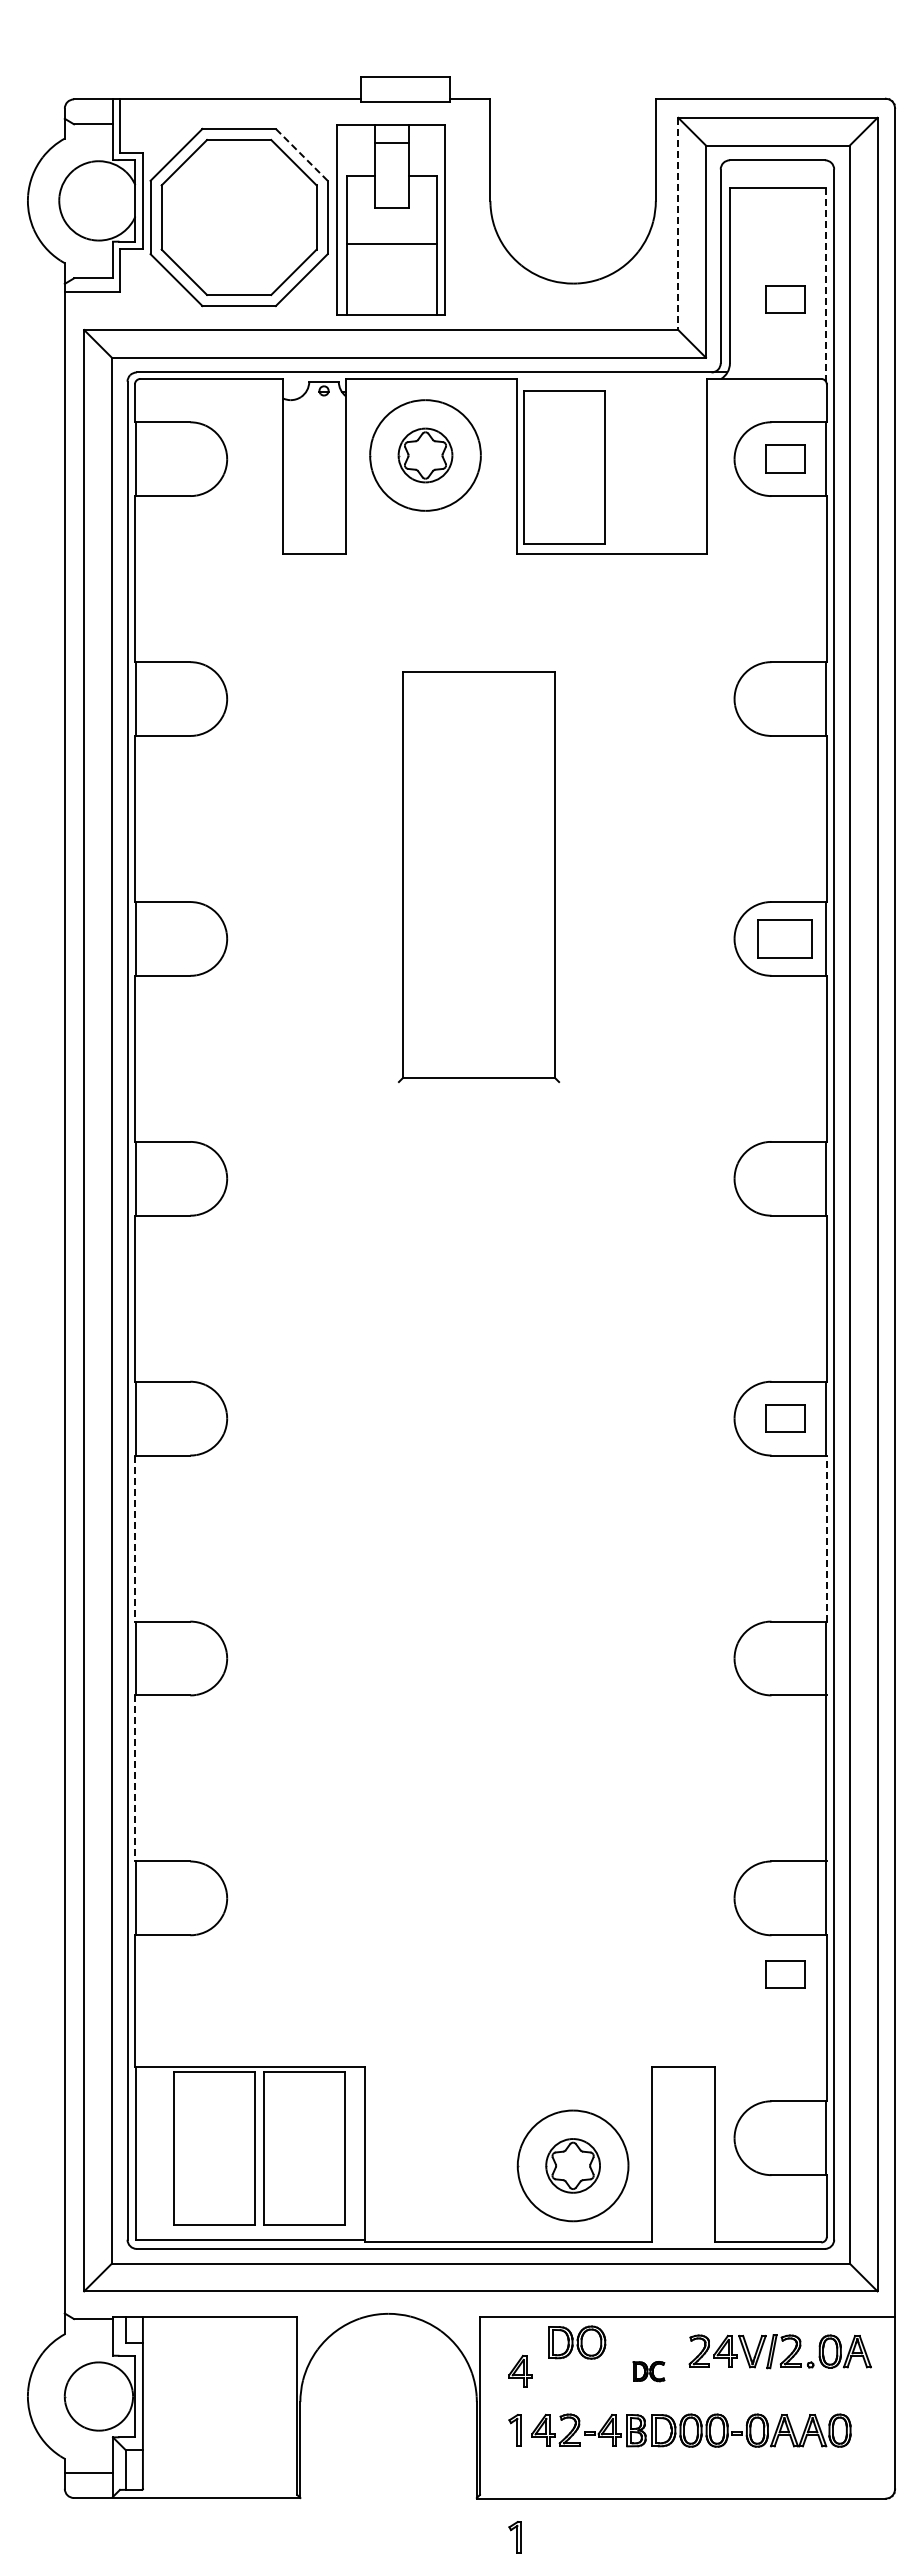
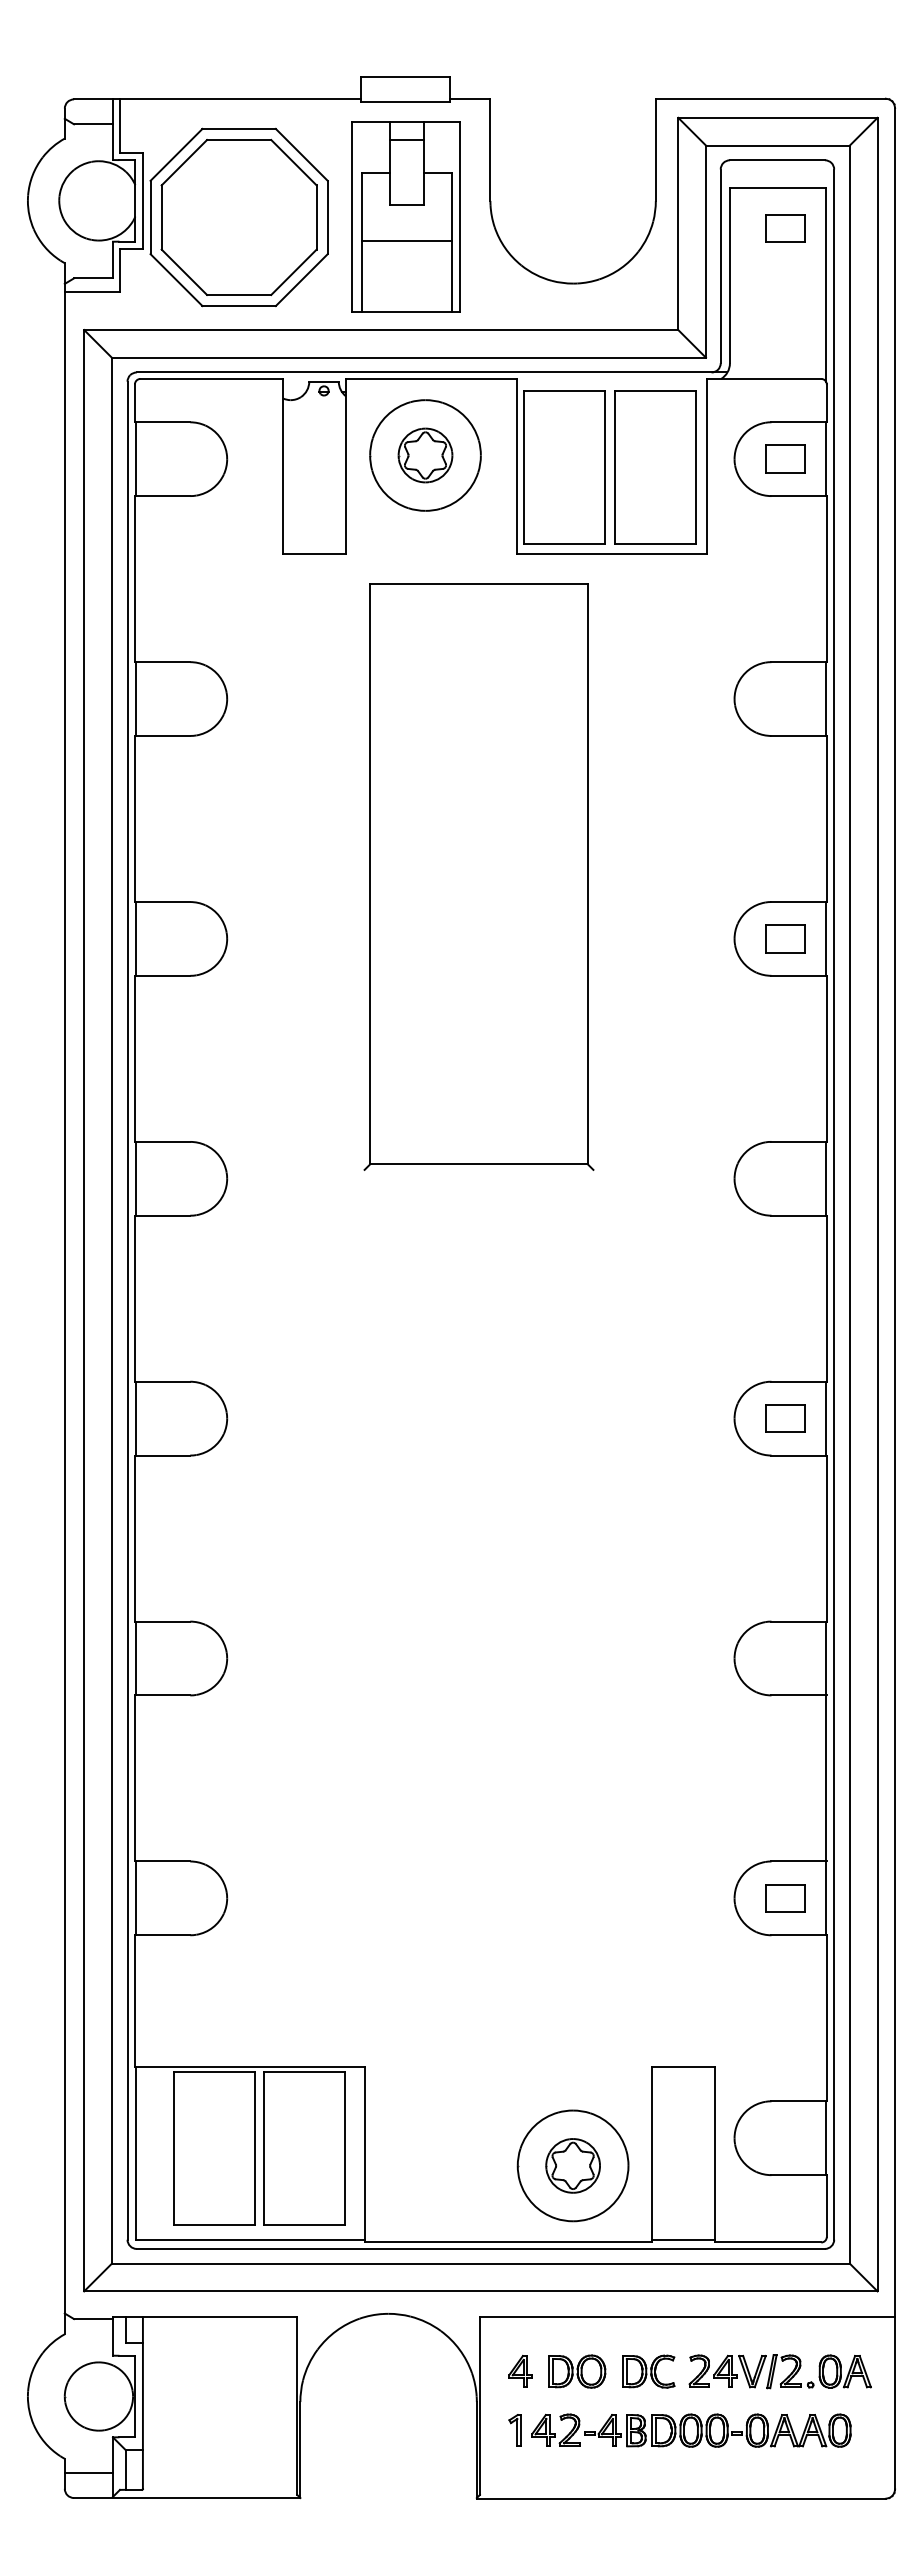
line at (301, 154): dashed -> solid
part at (390, 219) position: (390, 219) -> (405, 216)
line at (678, 224): dashed -> solid
line at (825, 284): dashed -> solid
part at (785, 299) position: (785, 299) -> (785, 228)
part at (655, 467): none -> present
part at (479, 876) size: 163x412 px -> 232x588 px
part at (784, 938) size: 56x40 px -> 41x30 px
line at (826, 1538): dashed -> solid
line at (134, 1539): dashed -> solid
line at (134, 1778): dashed -> solid
part at (785, 1974) position: (785, 1974) -> (785, 1898)
line at (683, 2239): none -> present
part at (577, 2342) position: (577, 2342) -> (577, 2371)
part at (779, 2351) position: (779, 2351) -> (779, 2371)
part at (648, 2371) size: 34x22 px -> 54x35 px
part at (514, 2537): present -> none
